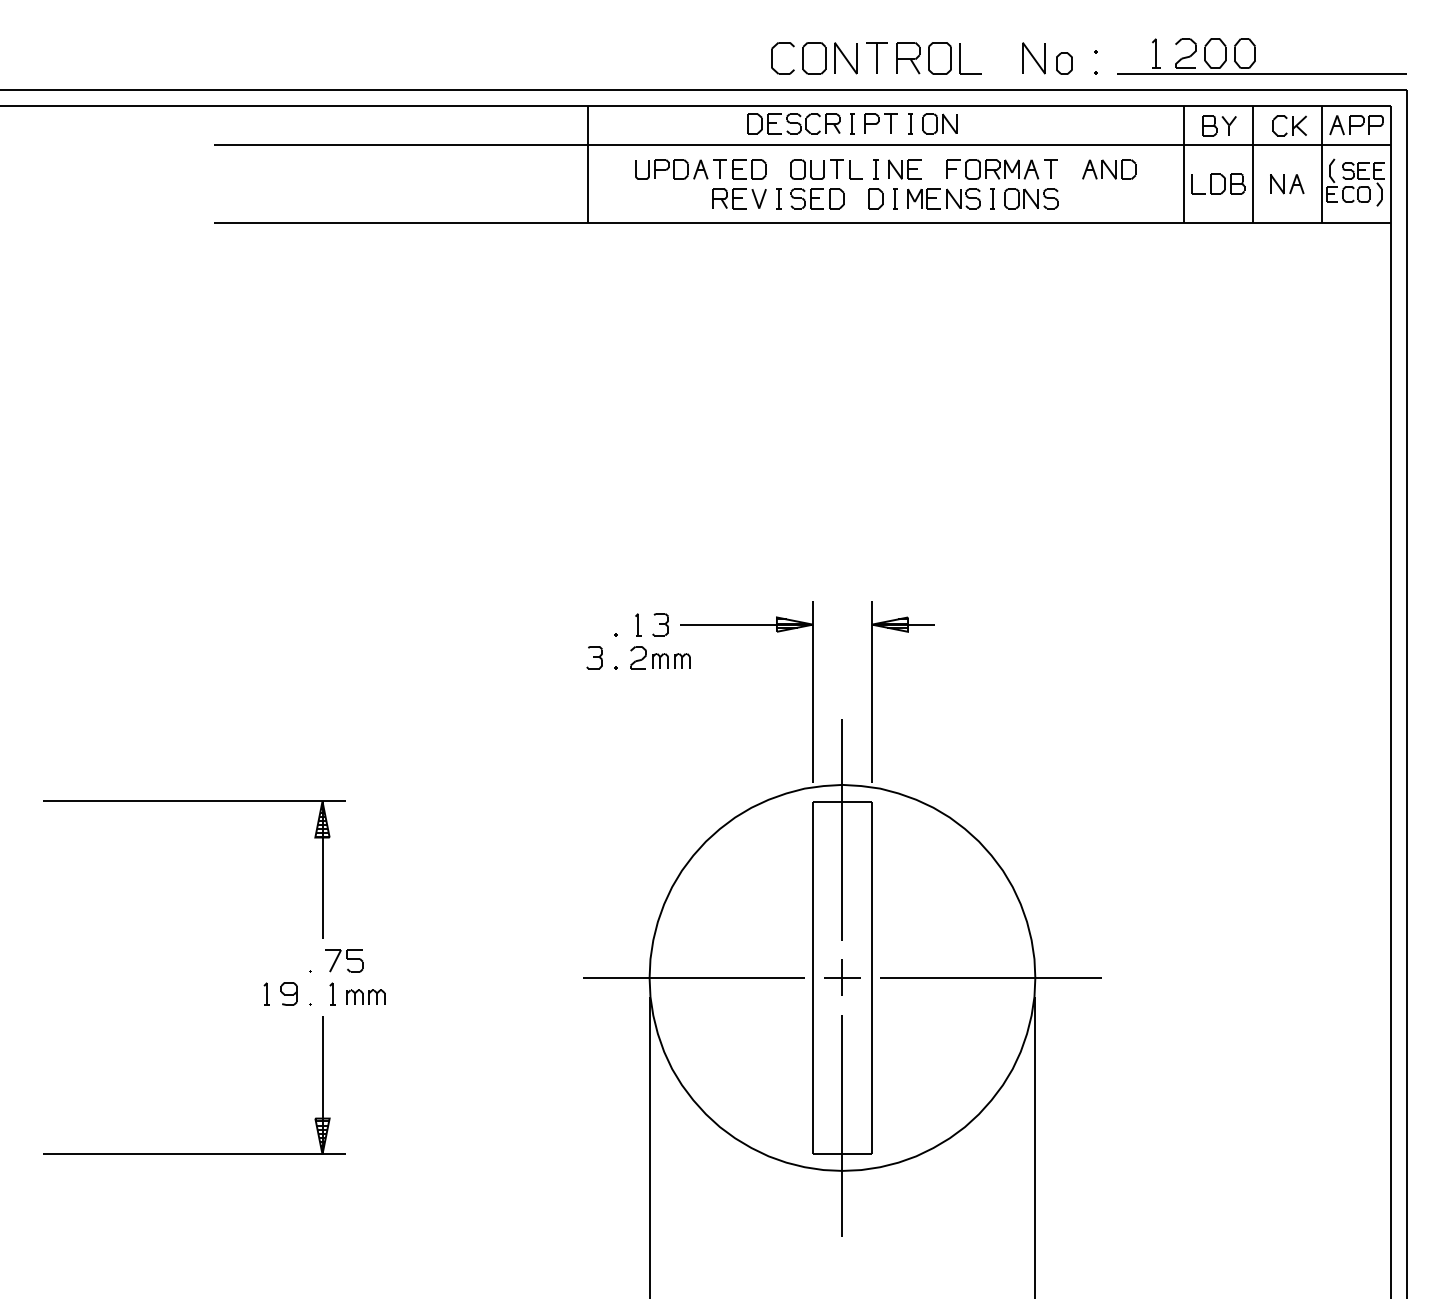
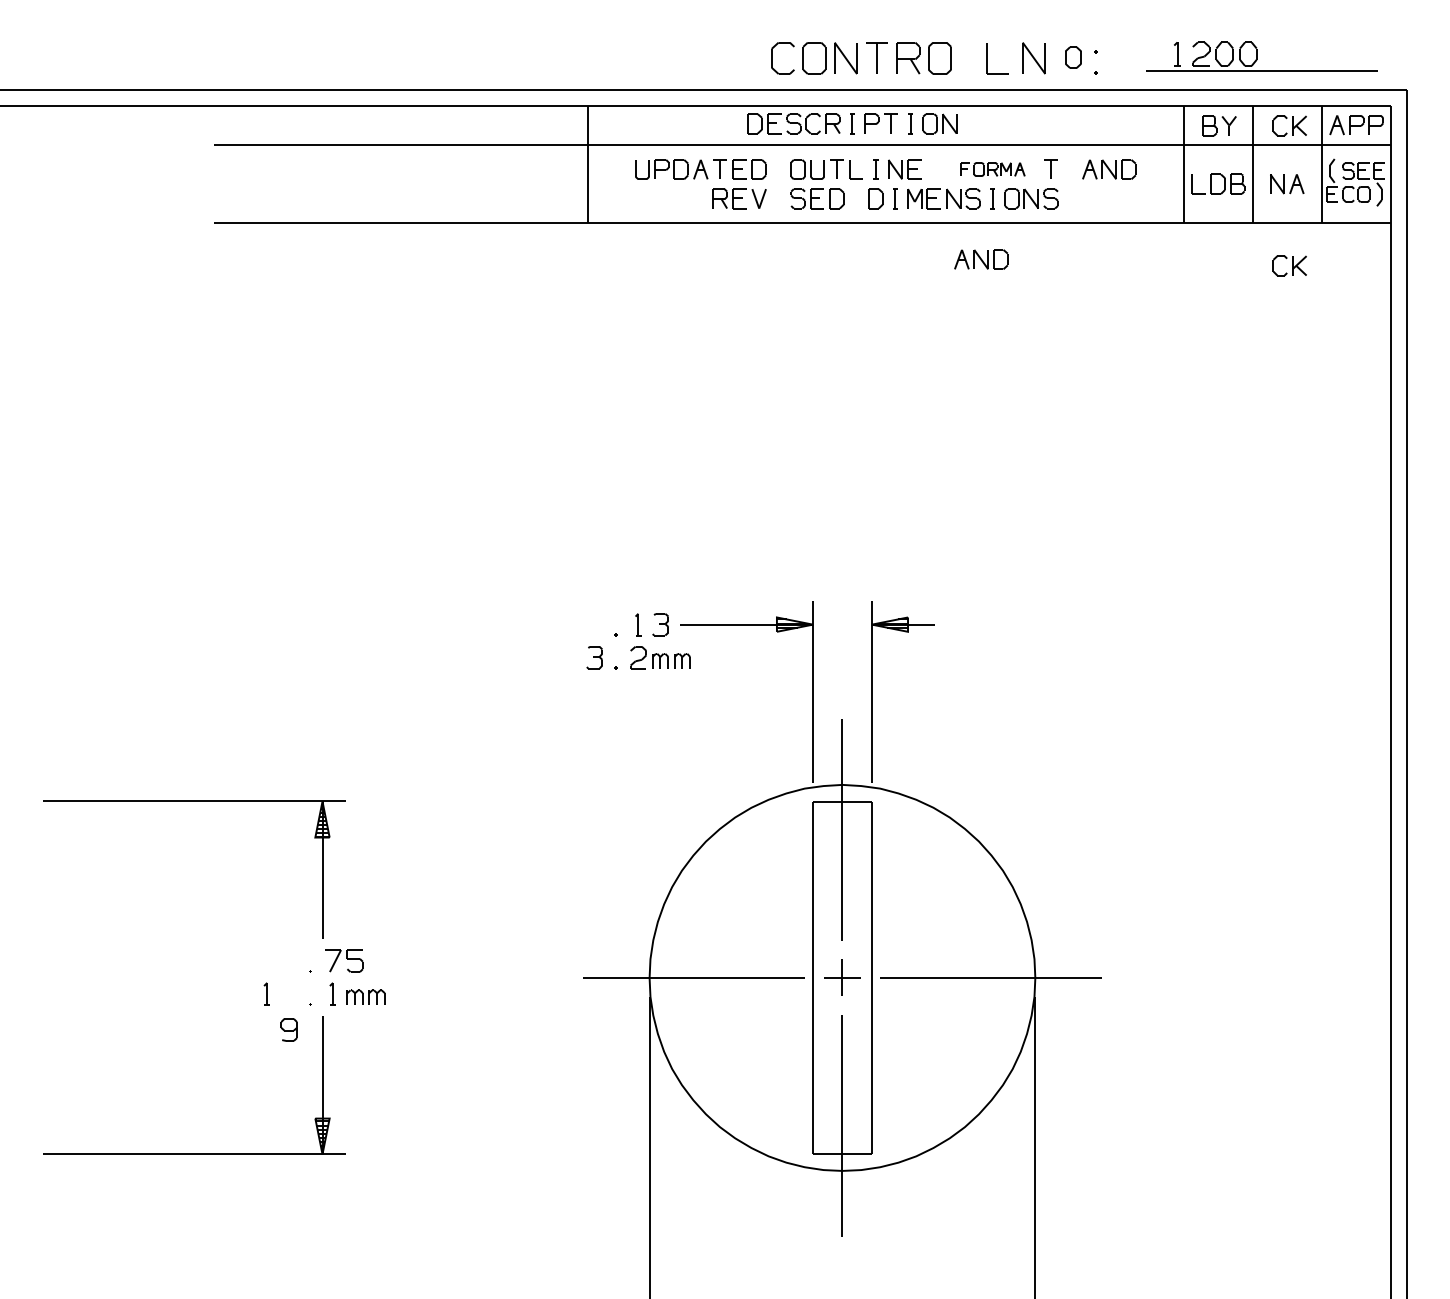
part at (1261, 56) size: 290x37 px -> 232x31 px
part at (960, 58) position: (960, 58) -> (987, 58)
part at (1064, 63) position: (1064, 63) -> (1073, 57)
part at (992, 169) size: 94x21 px -> 66x15 px
part at (778, 198): present -> none
part at (981, 259): none -> present
part at (1289, 265): none -> present
part at (288, 993) position: (288, 993) -> (288, 1029)
